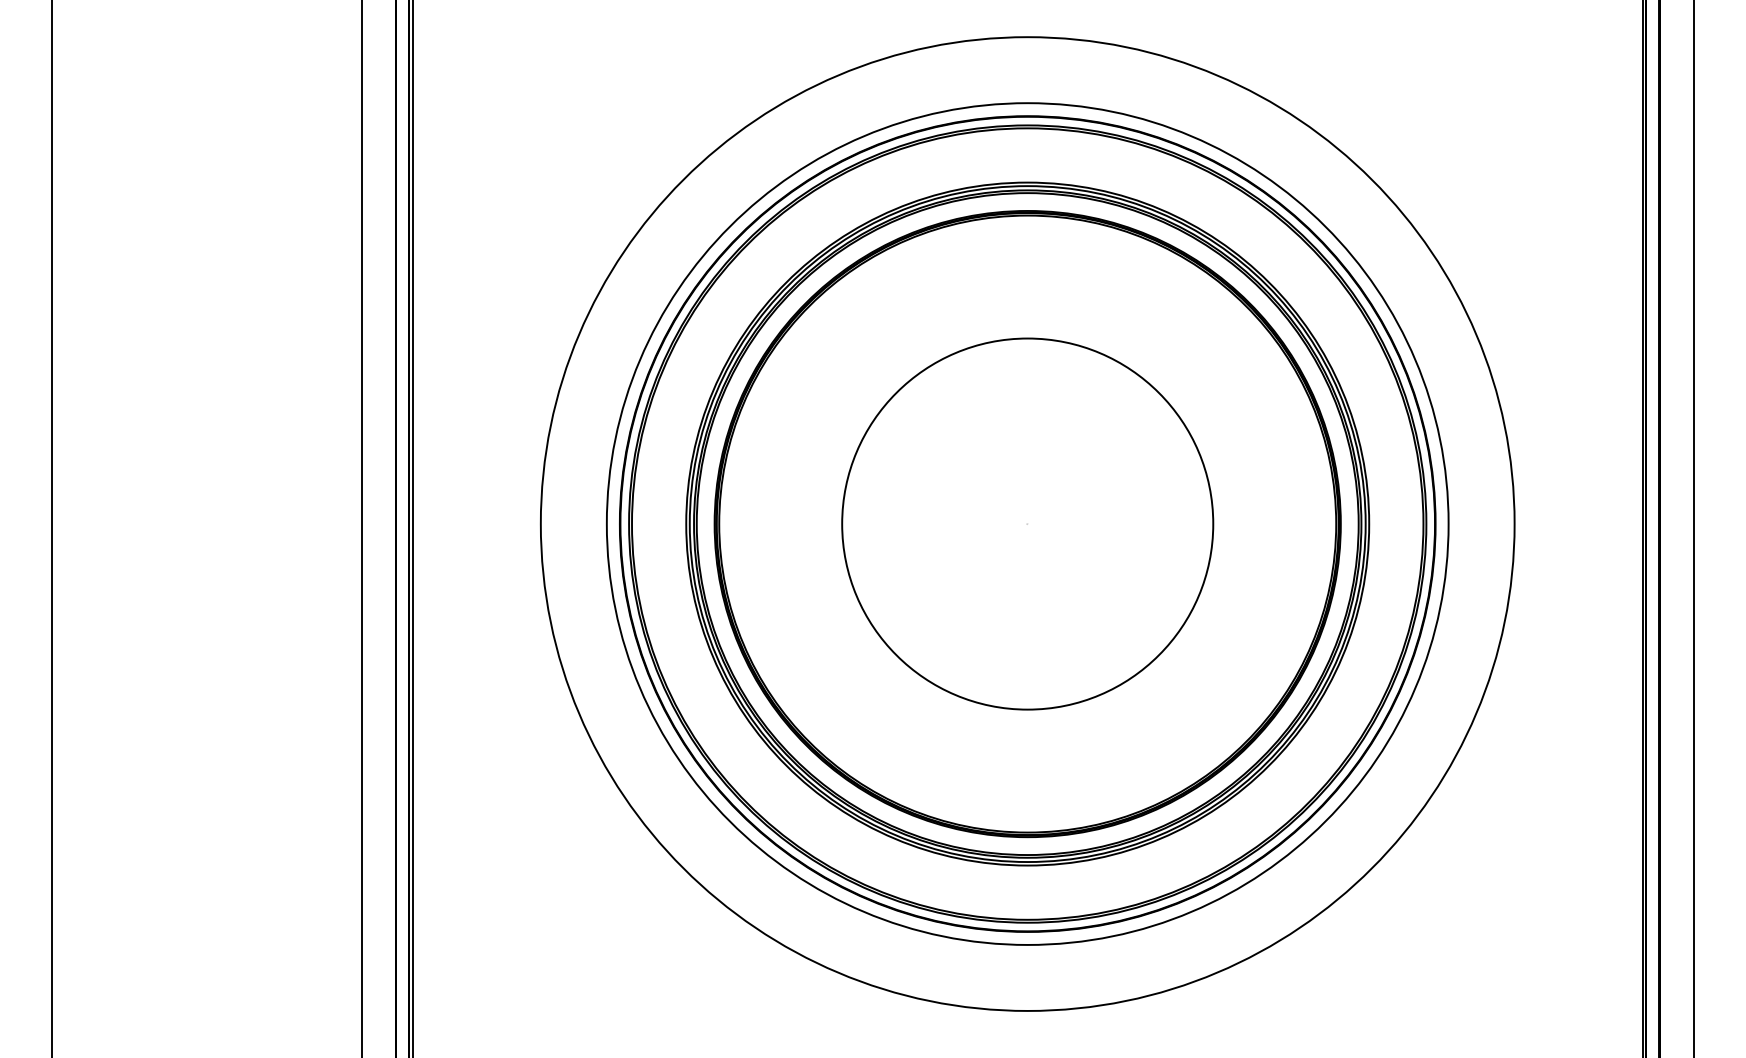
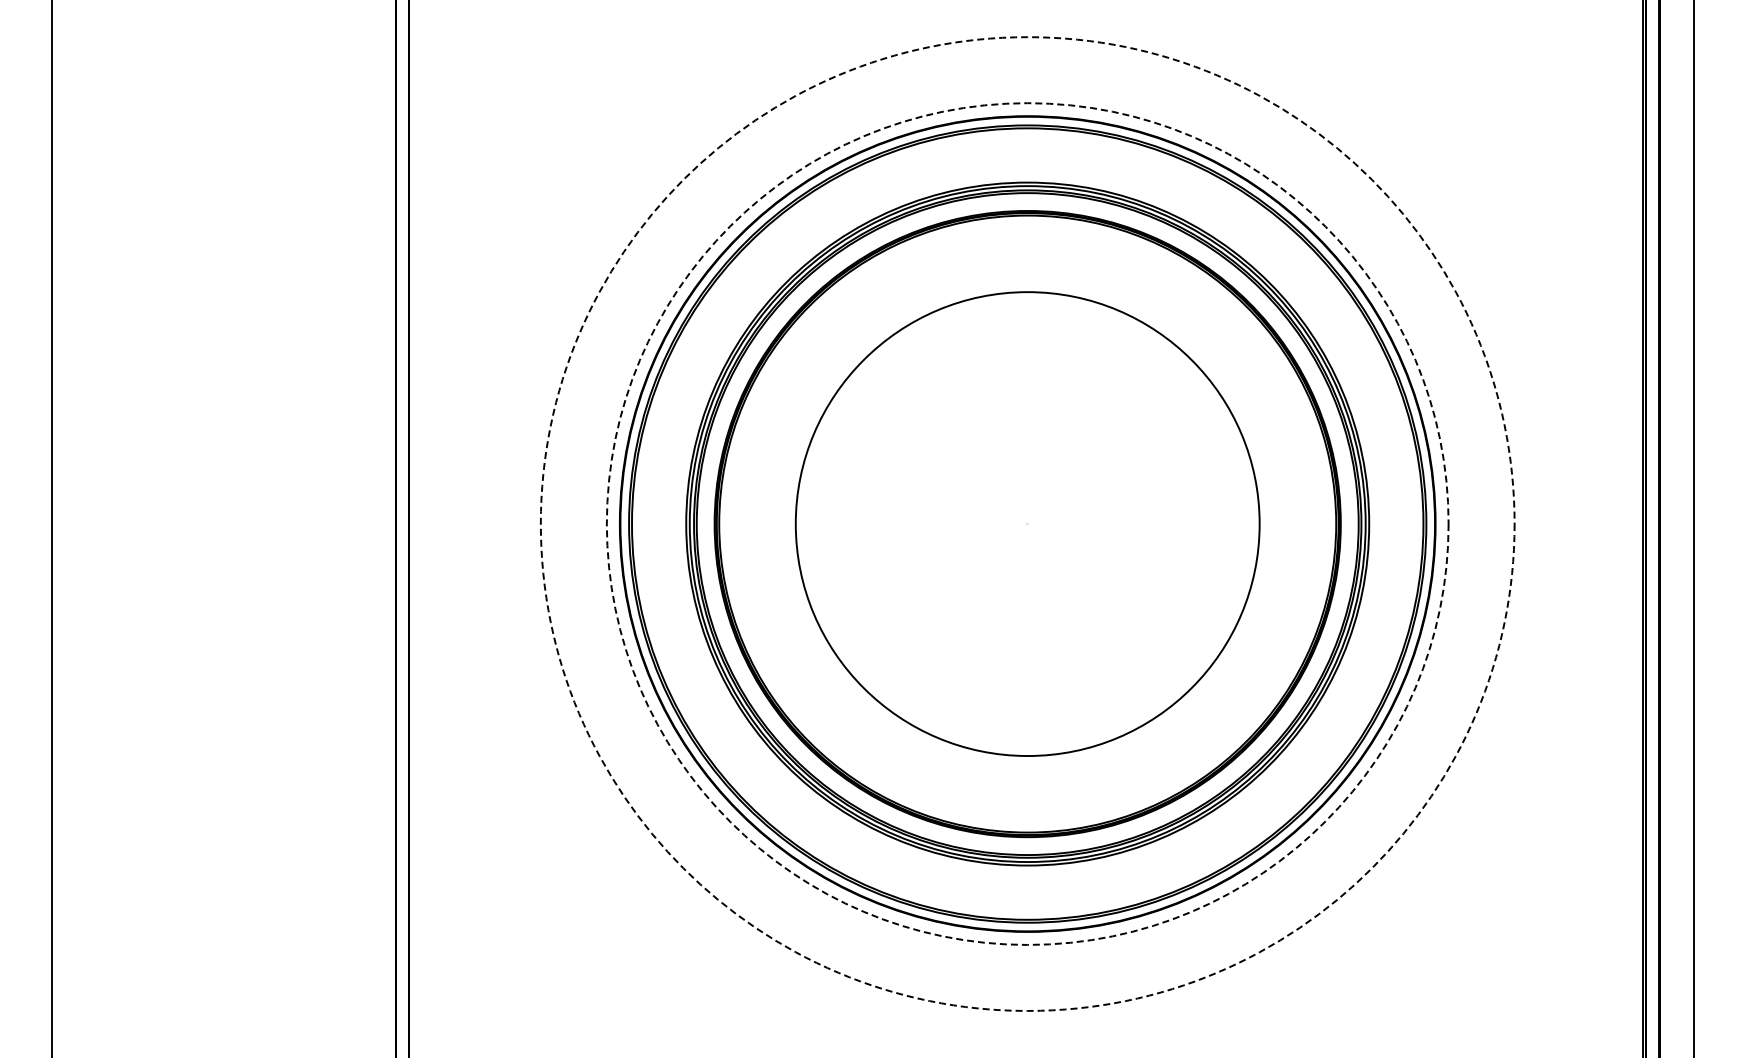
circle at (1027, 523) diameter: 371 px -> 464 px
circle at (1027, 523): solid -> dashed
circle at (1027, 523): solid -> dashed
line at (361, 528): present -> none
line at (412, 528): present -> none
